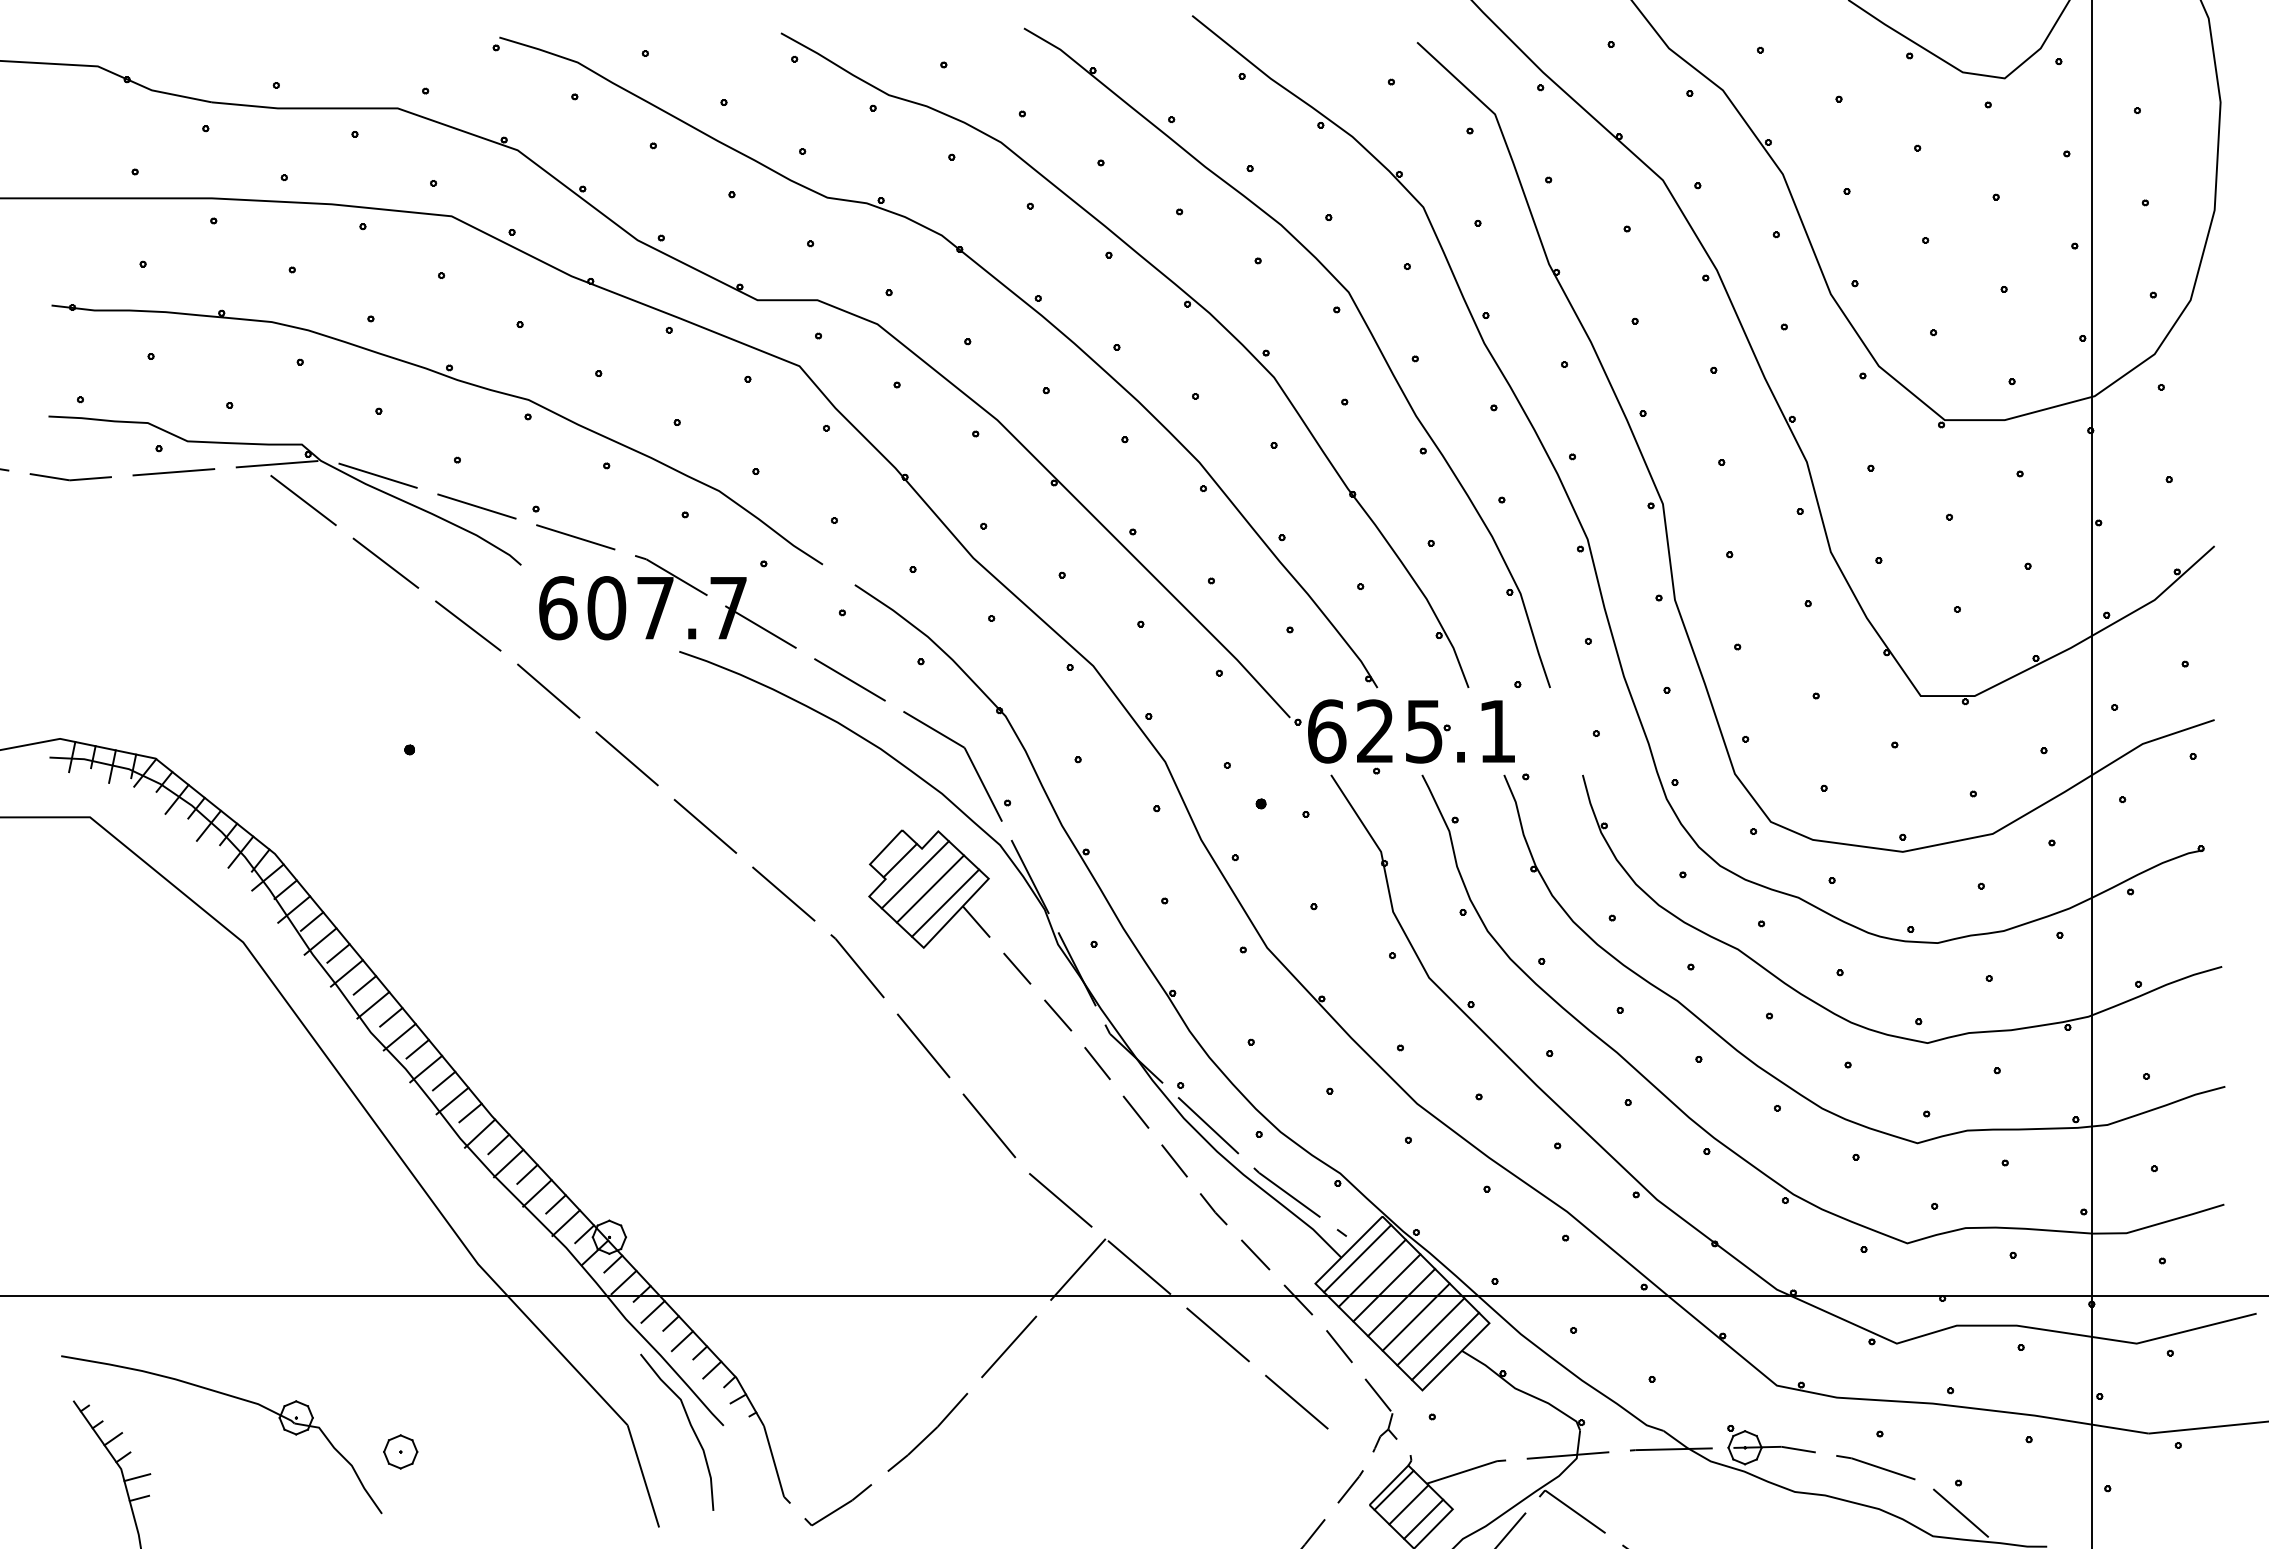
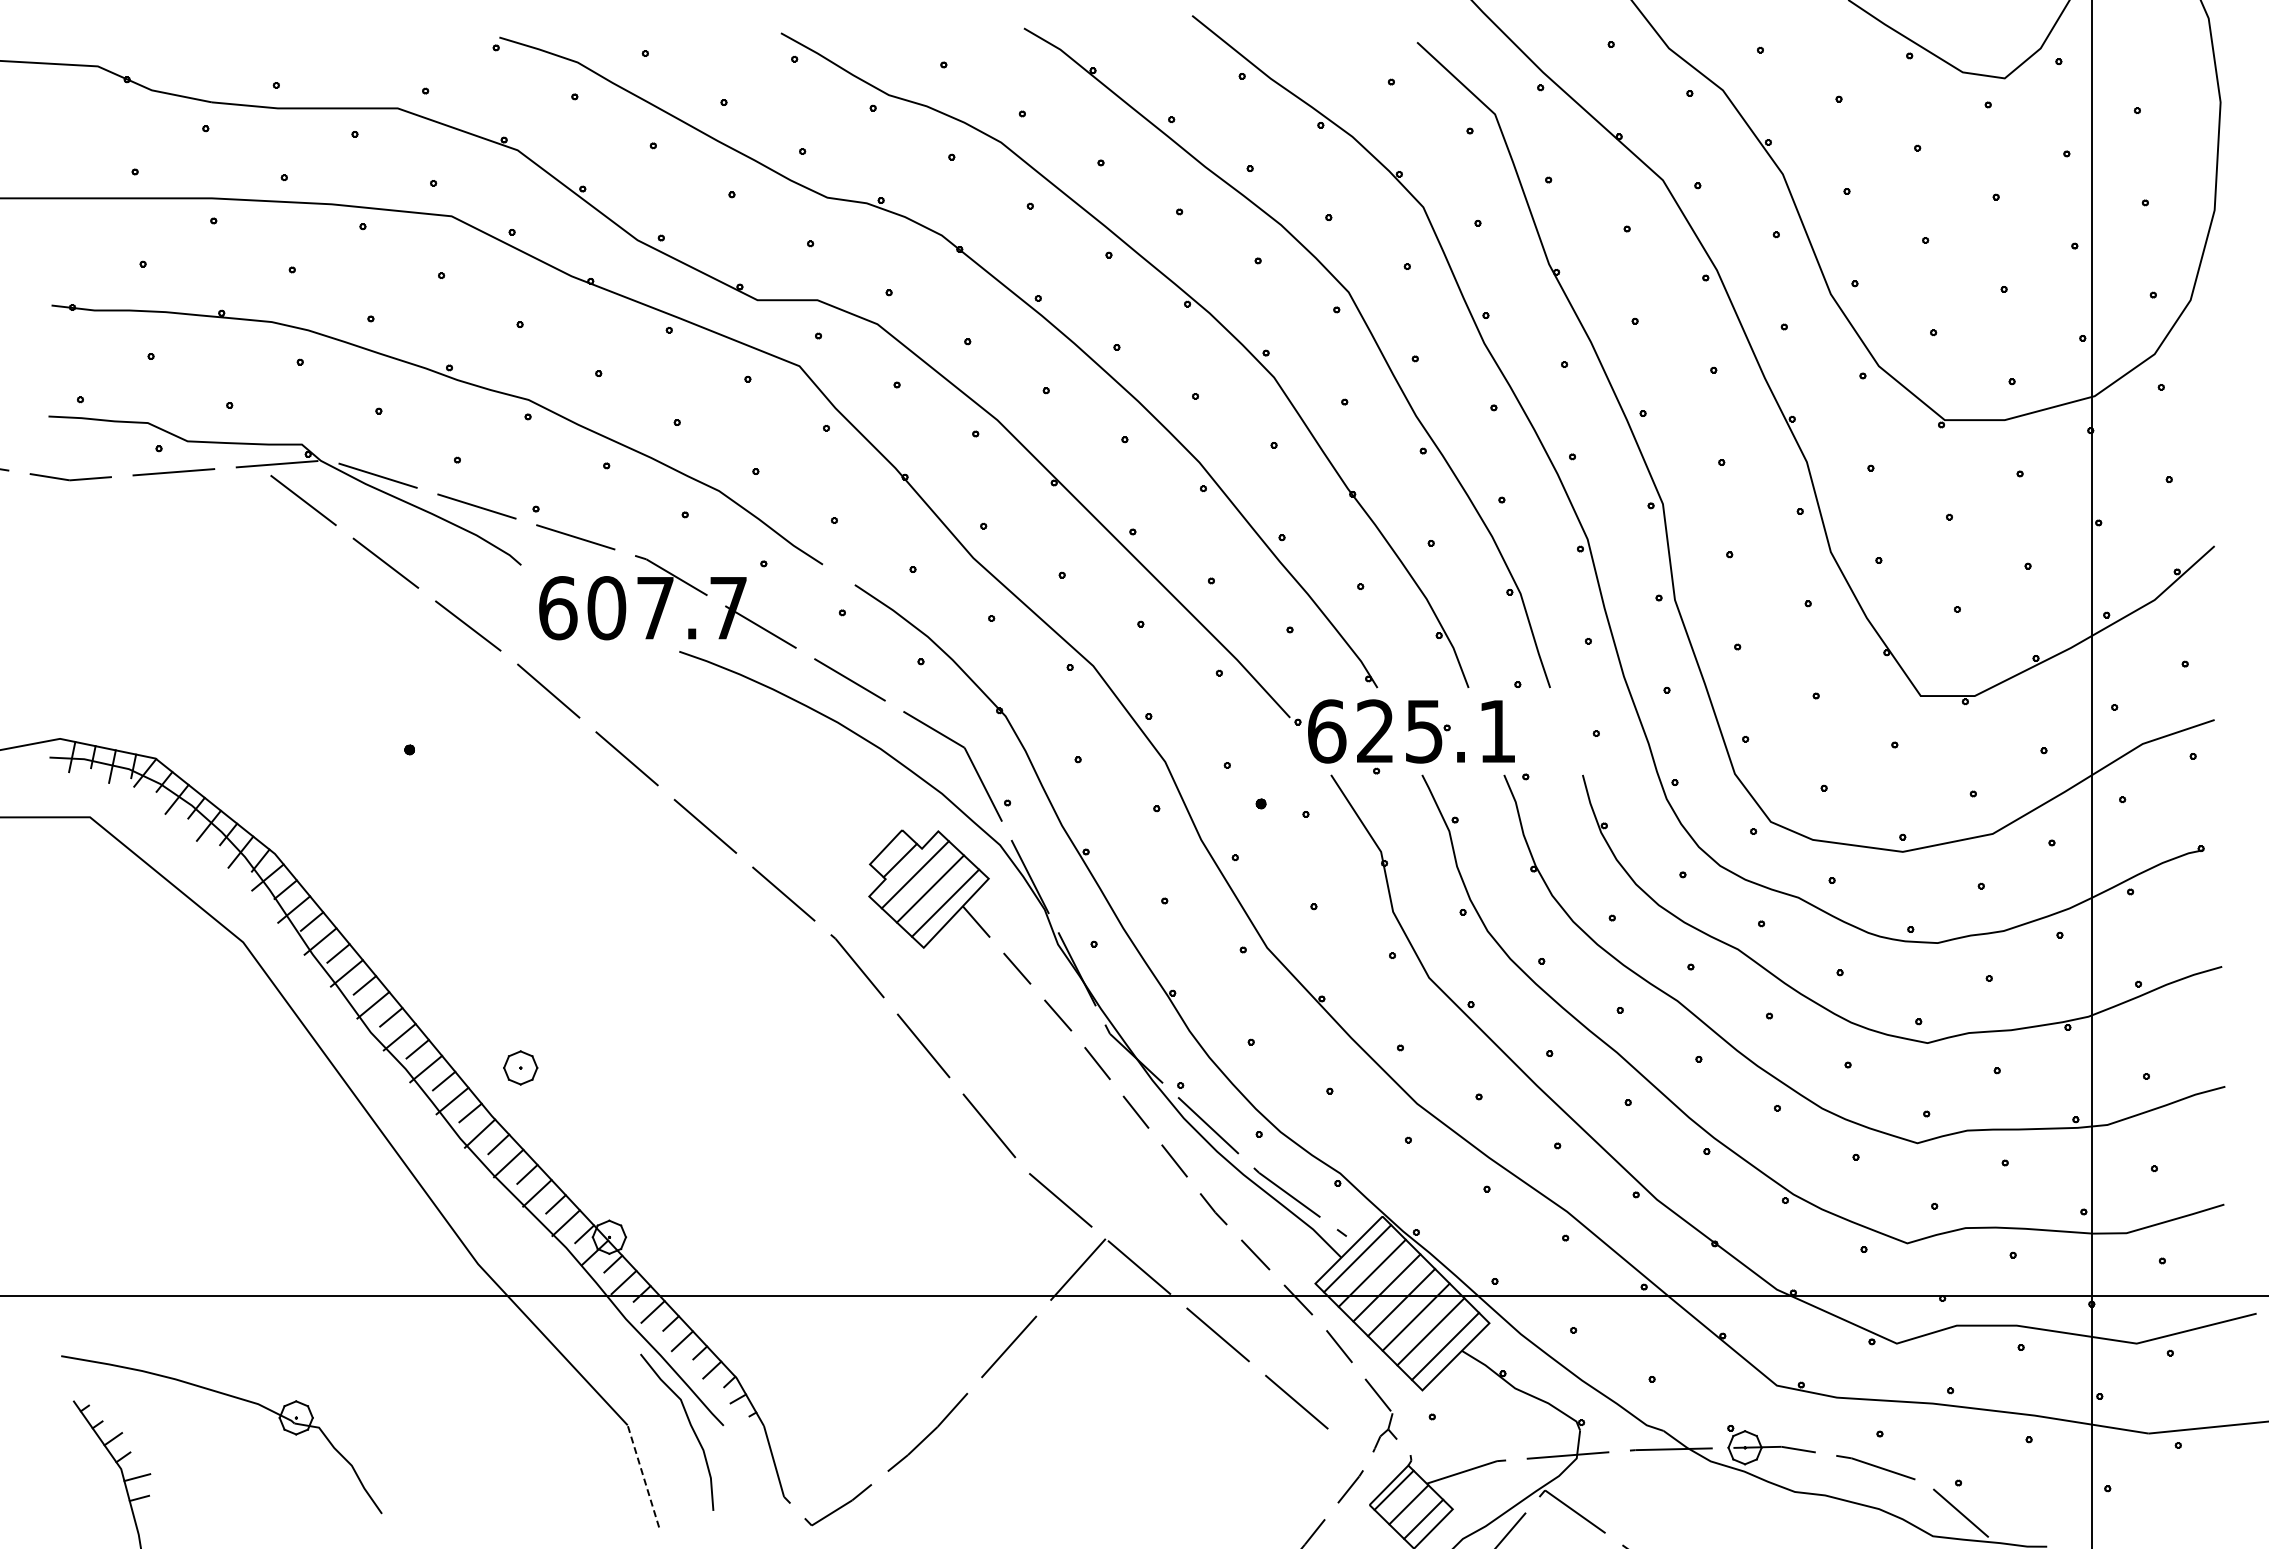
part at (400, 1451) position: (400, 1451) -> (520, 1067)
line at (643, 1475): solid -> dashed
